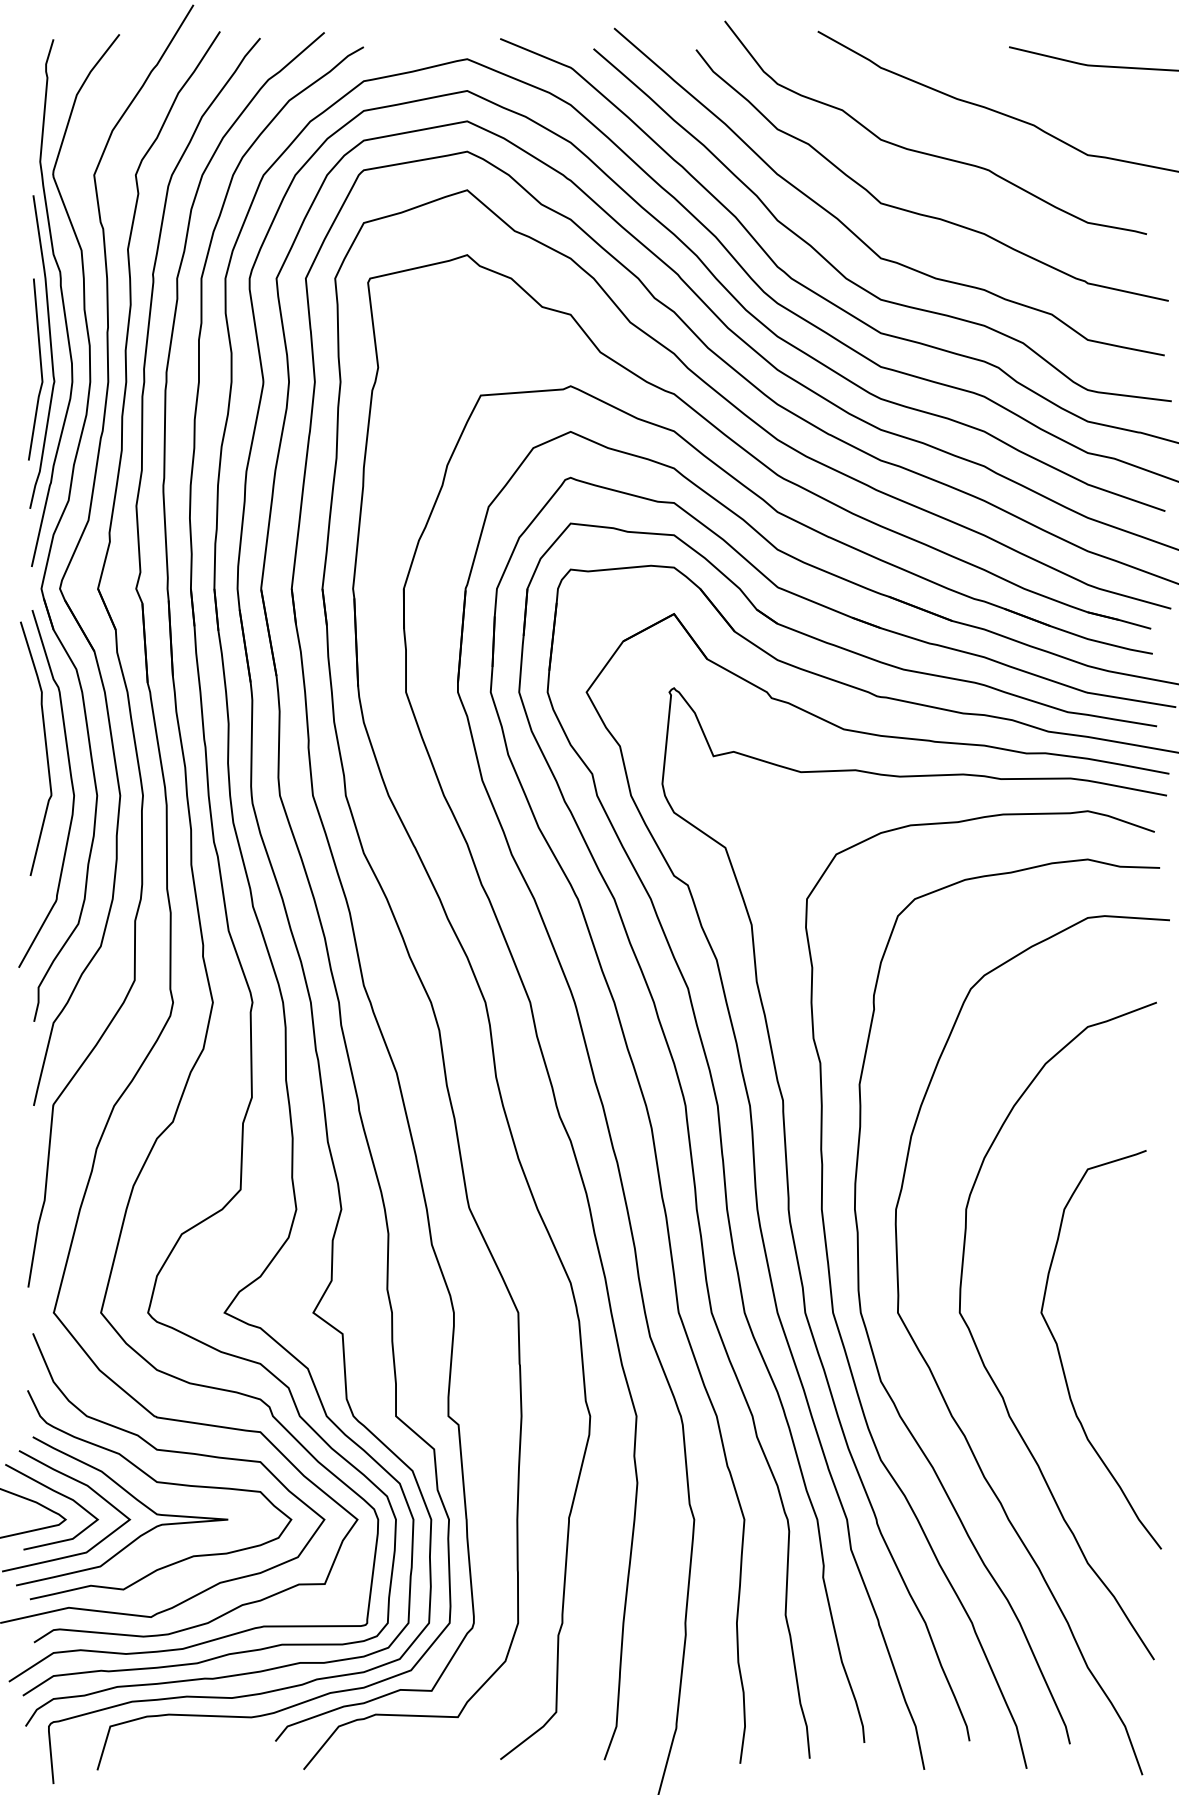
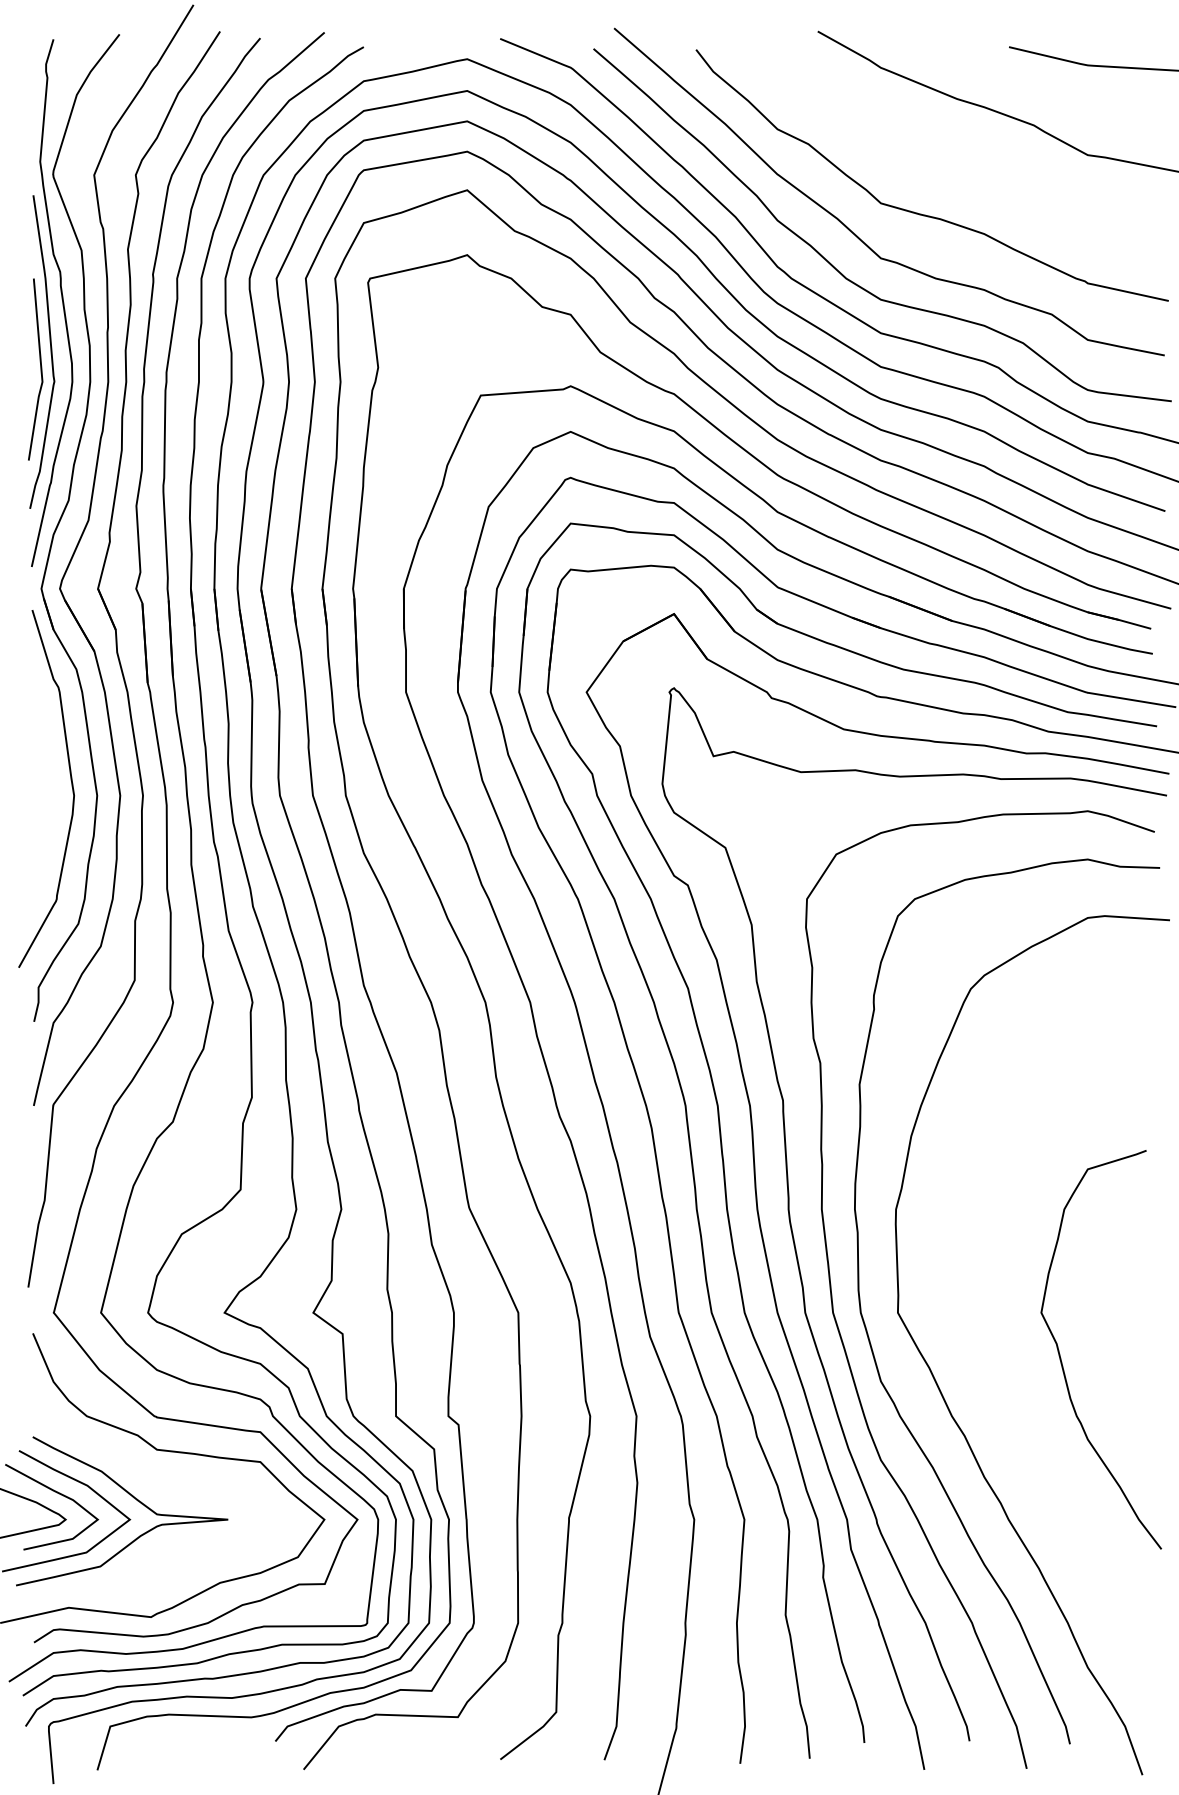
curve at (929, 153): present -> none
curve at (45, 748): present -> none
curve at (989, 1372): present -> none
curve at (159, 1483): present -> none
